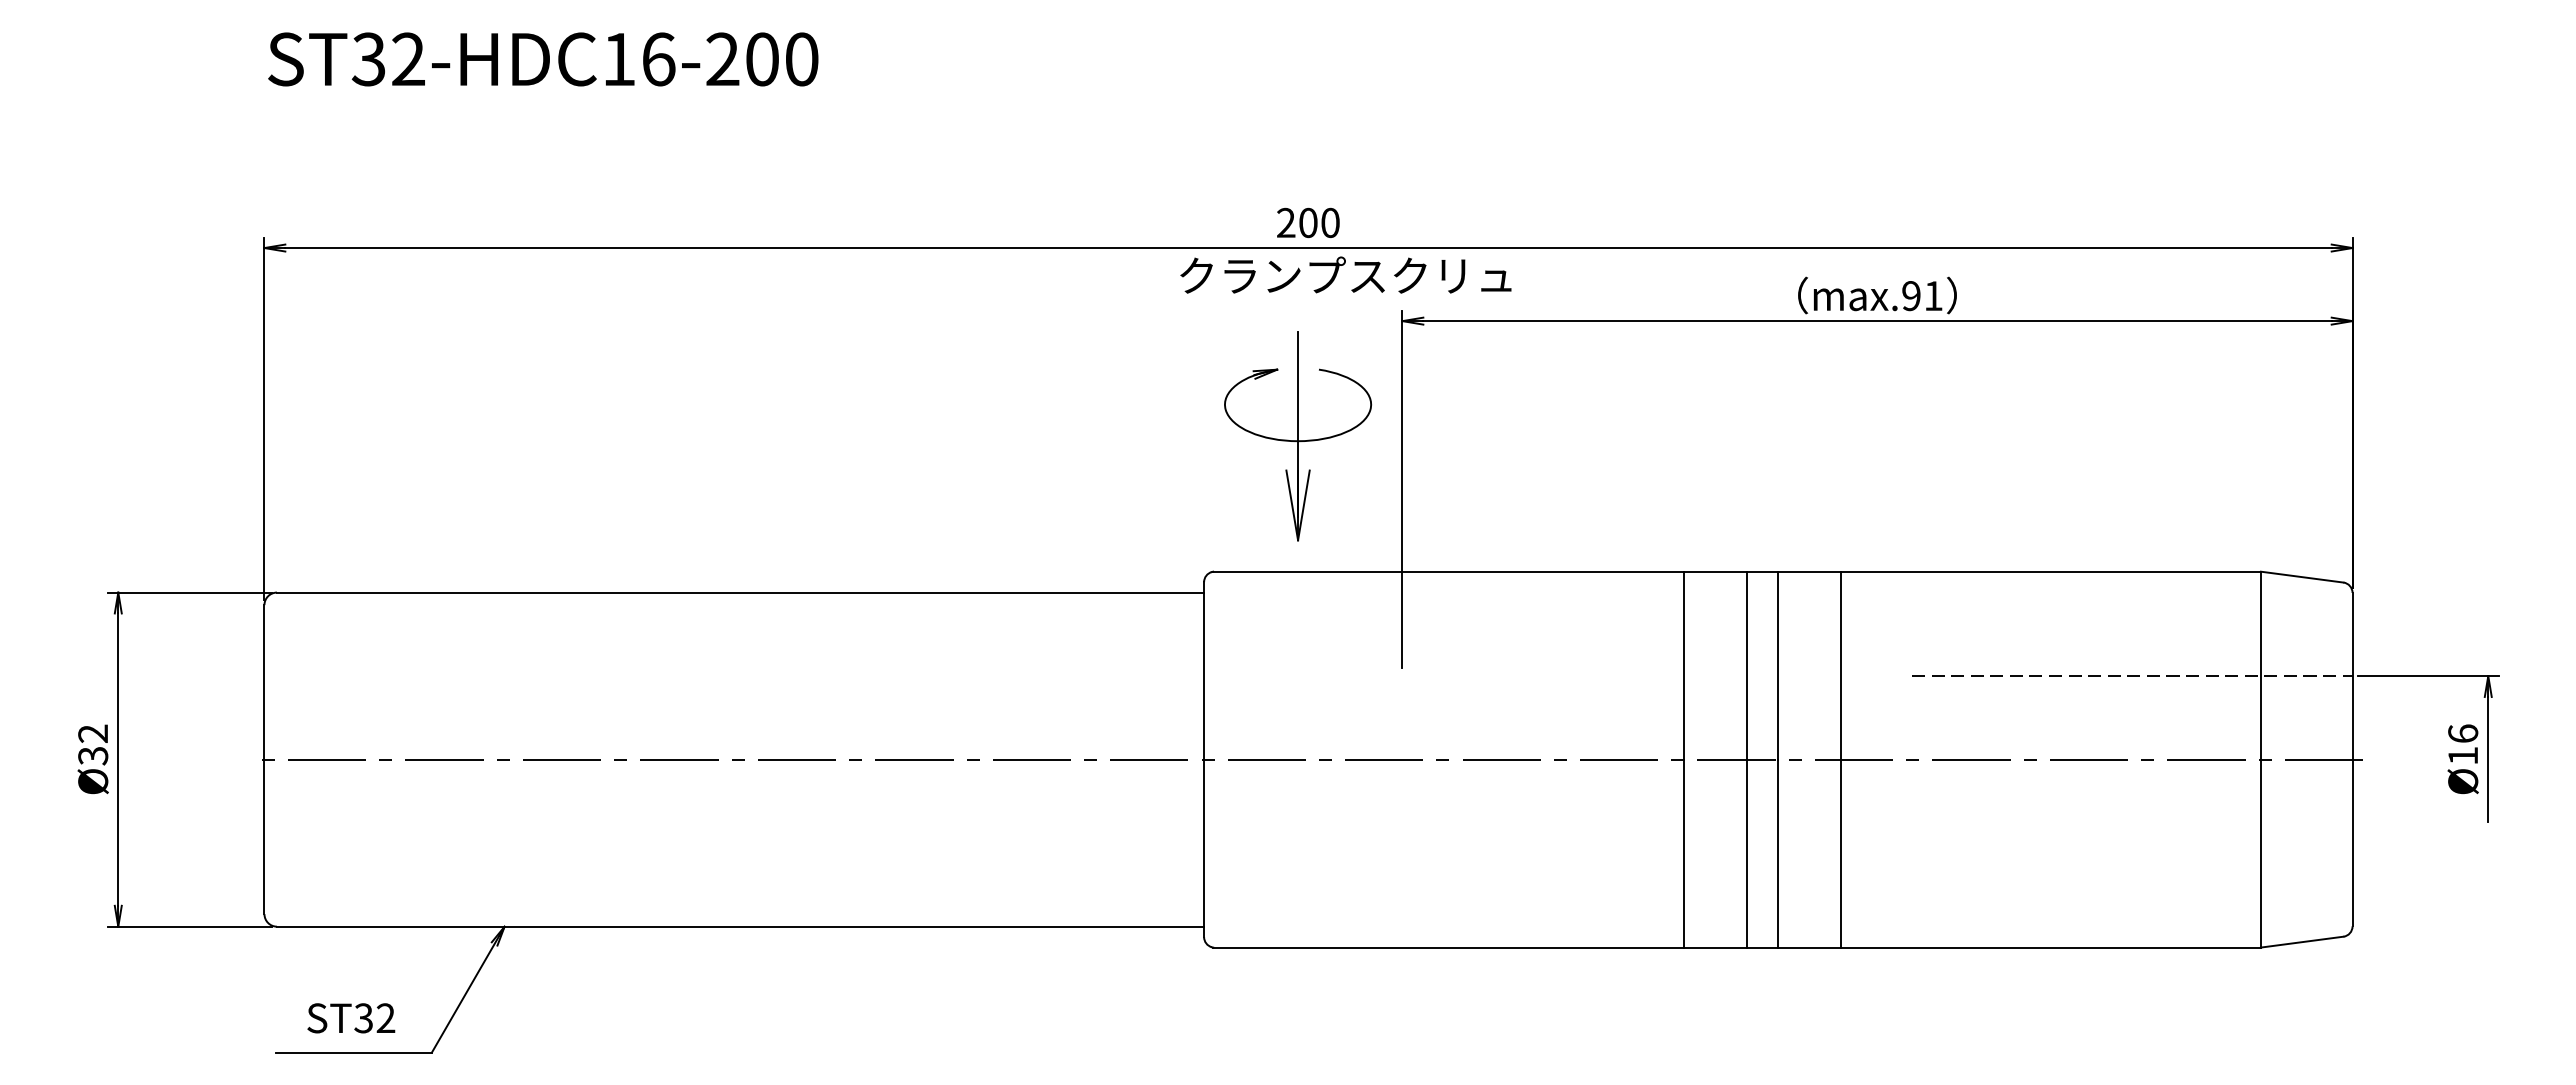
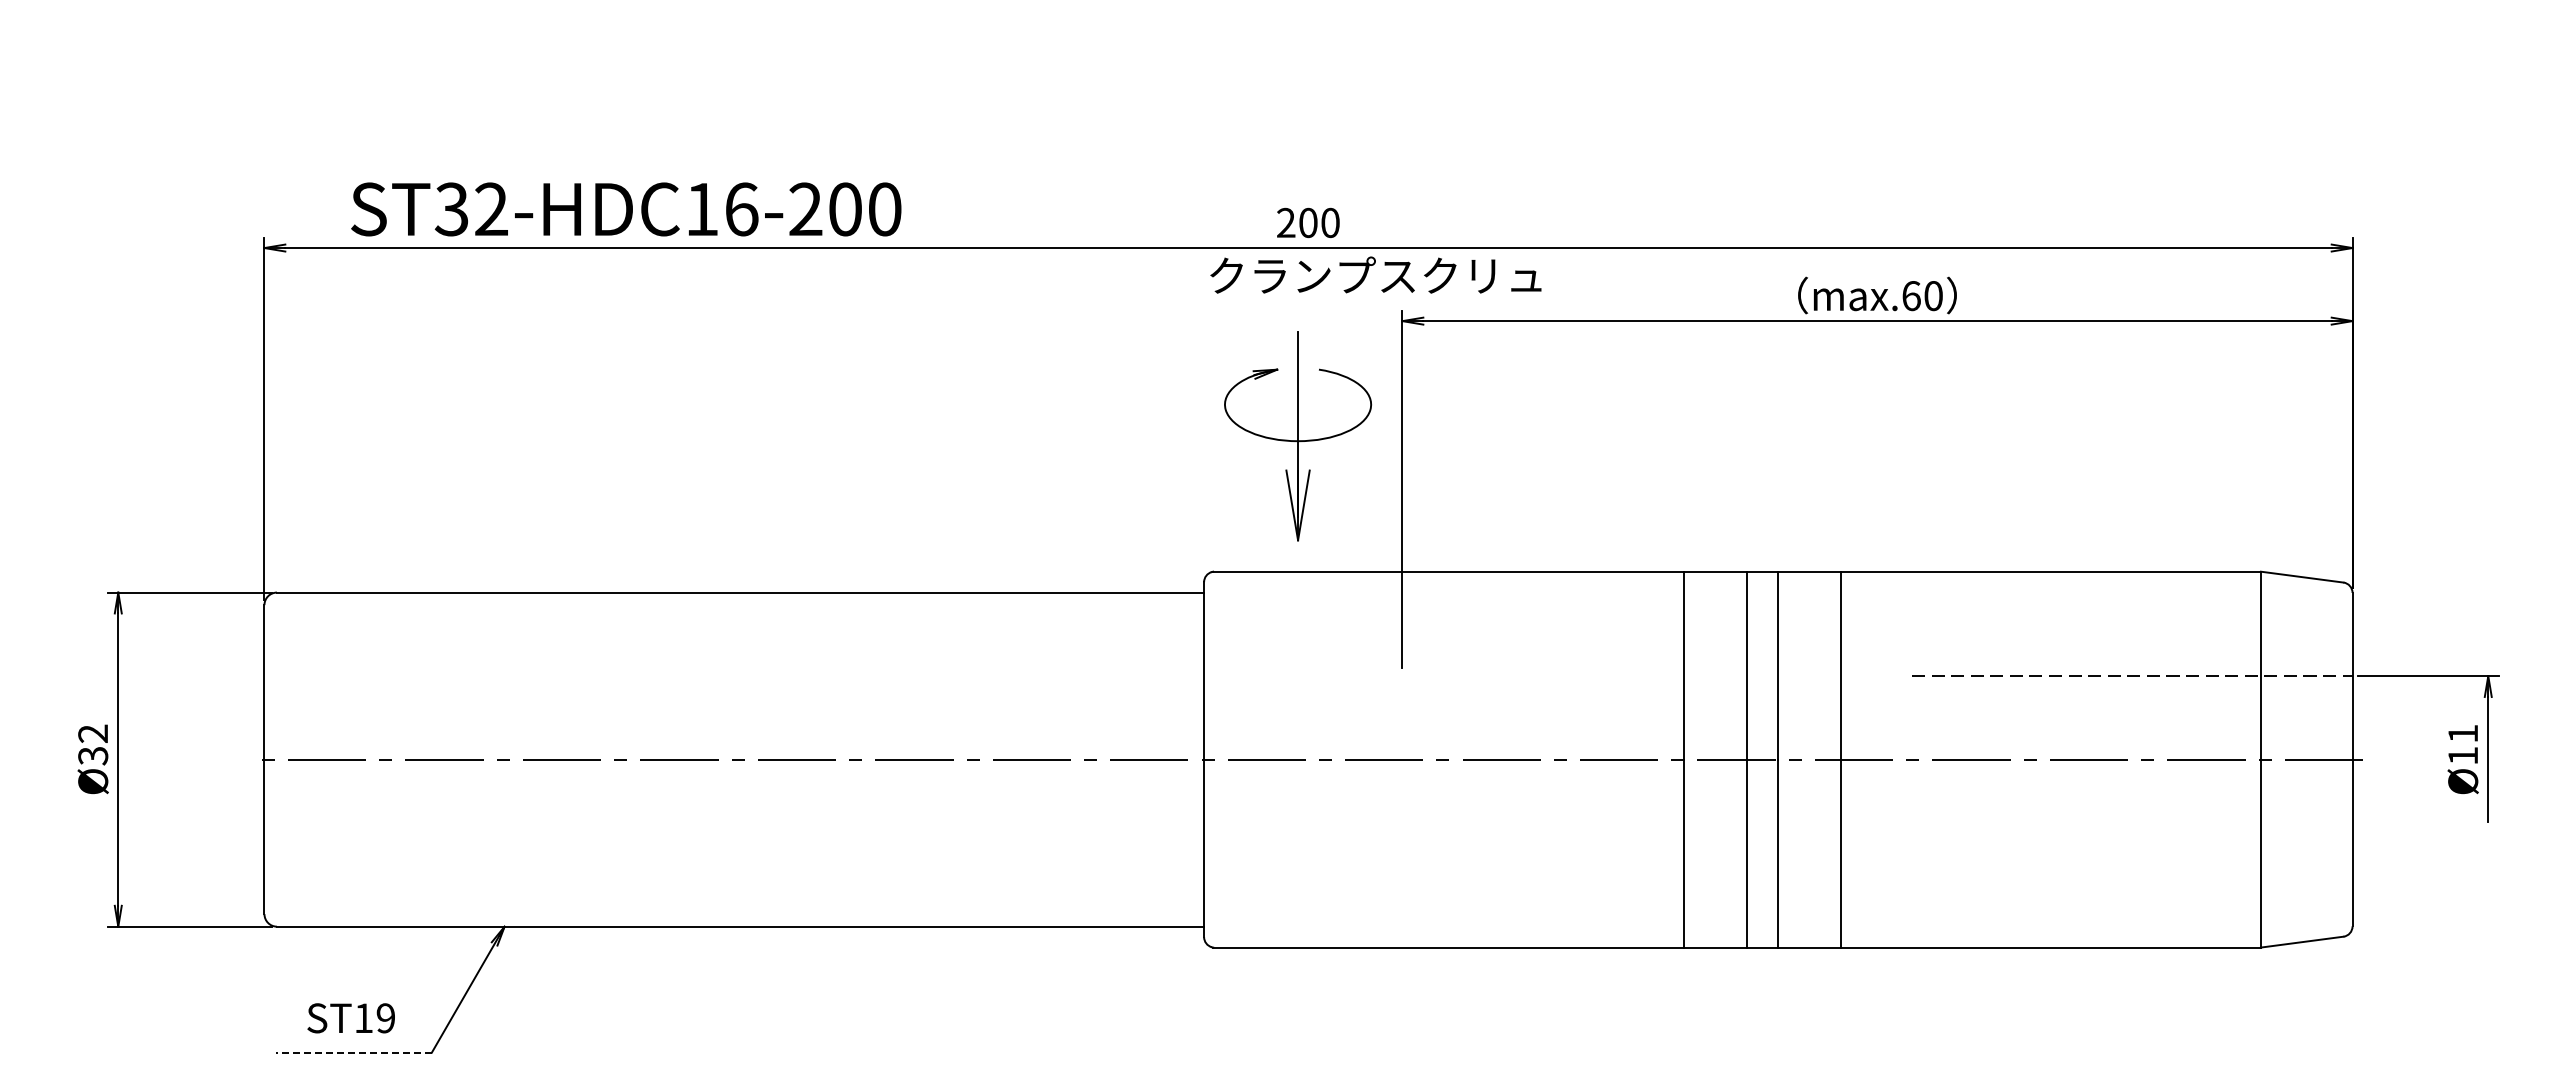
text at (543, 59) position: (543, 59) -> (626, 209)
text at (1345, 274) position: (1345, 274) -> (1375, 274)
text at (1922, 296): max.91 -> max.60
text at (2463, 733): 16 -> 11
text at (374, 1018): ST32 -> ST19
line at (353, 1052): solid -> dashed
